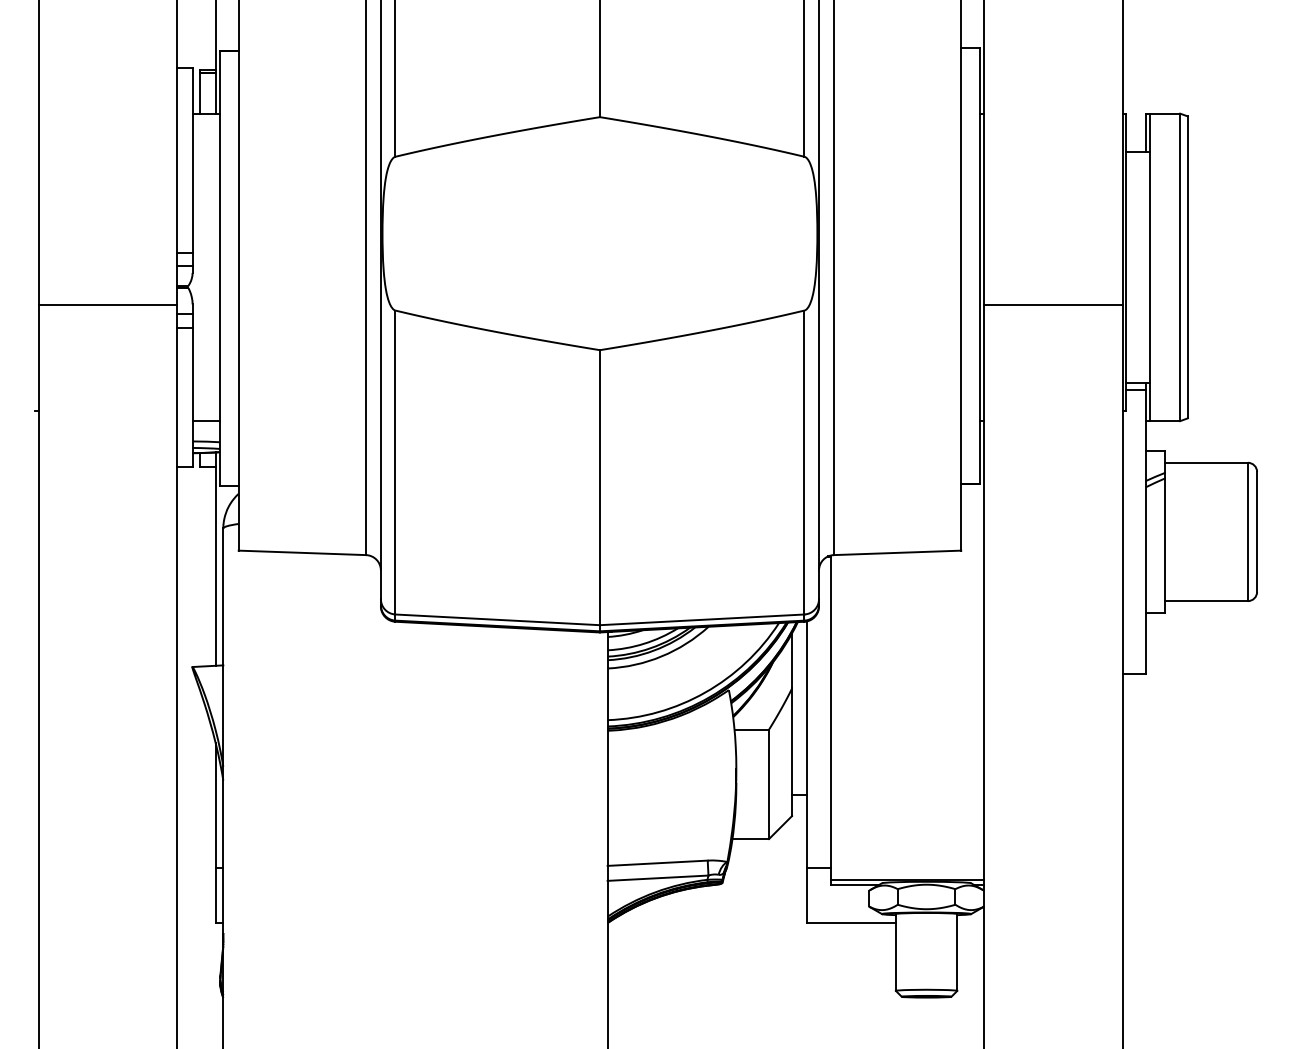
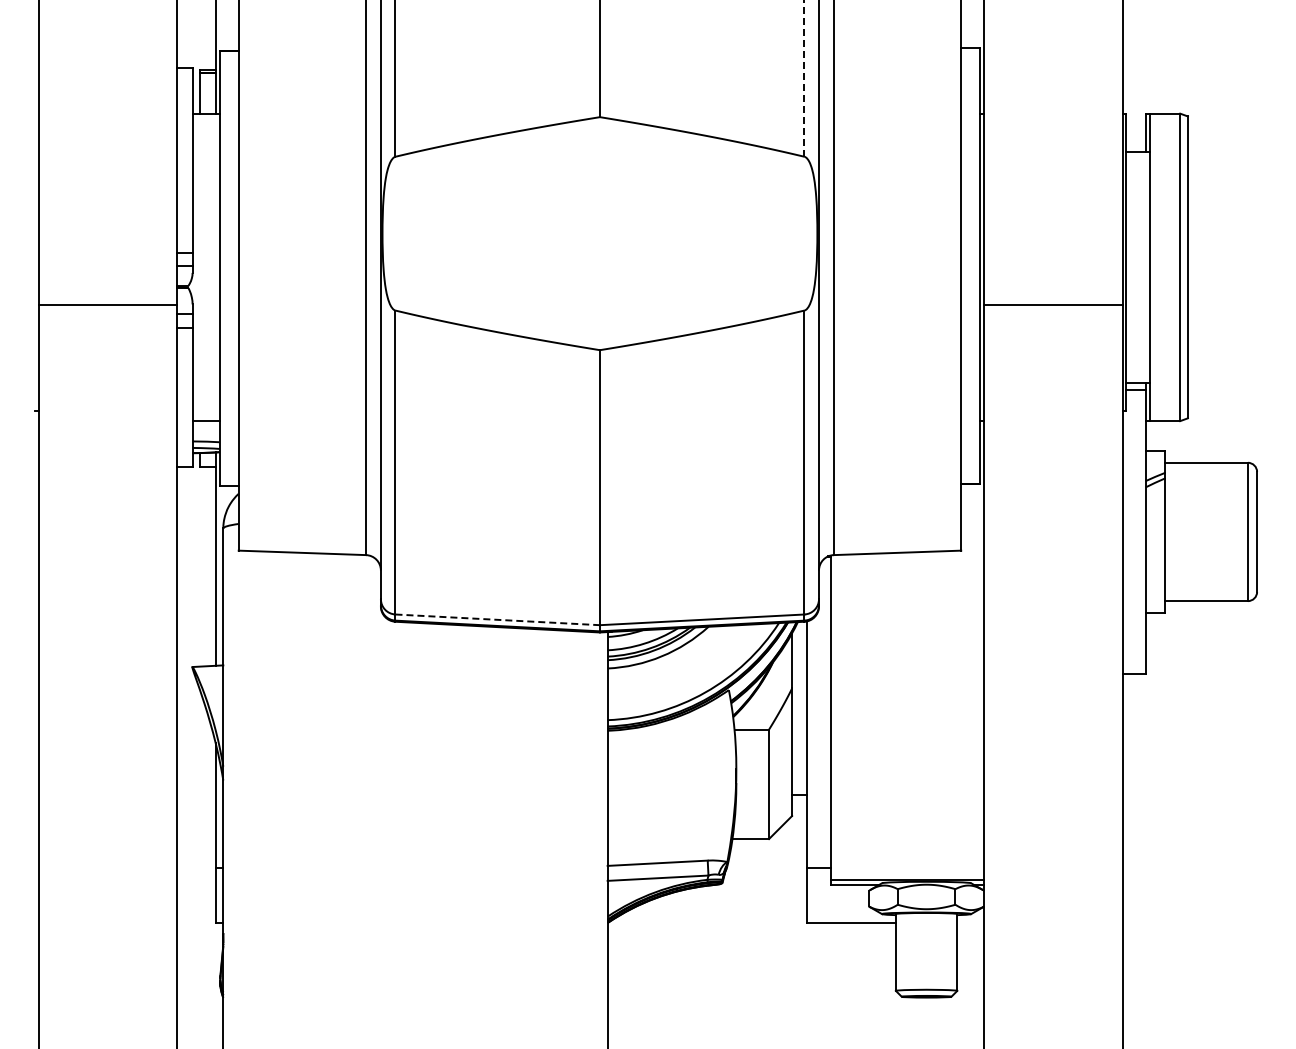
line at (804, 78): solid -> dashed
line at (498, 619): solid -> dashed
